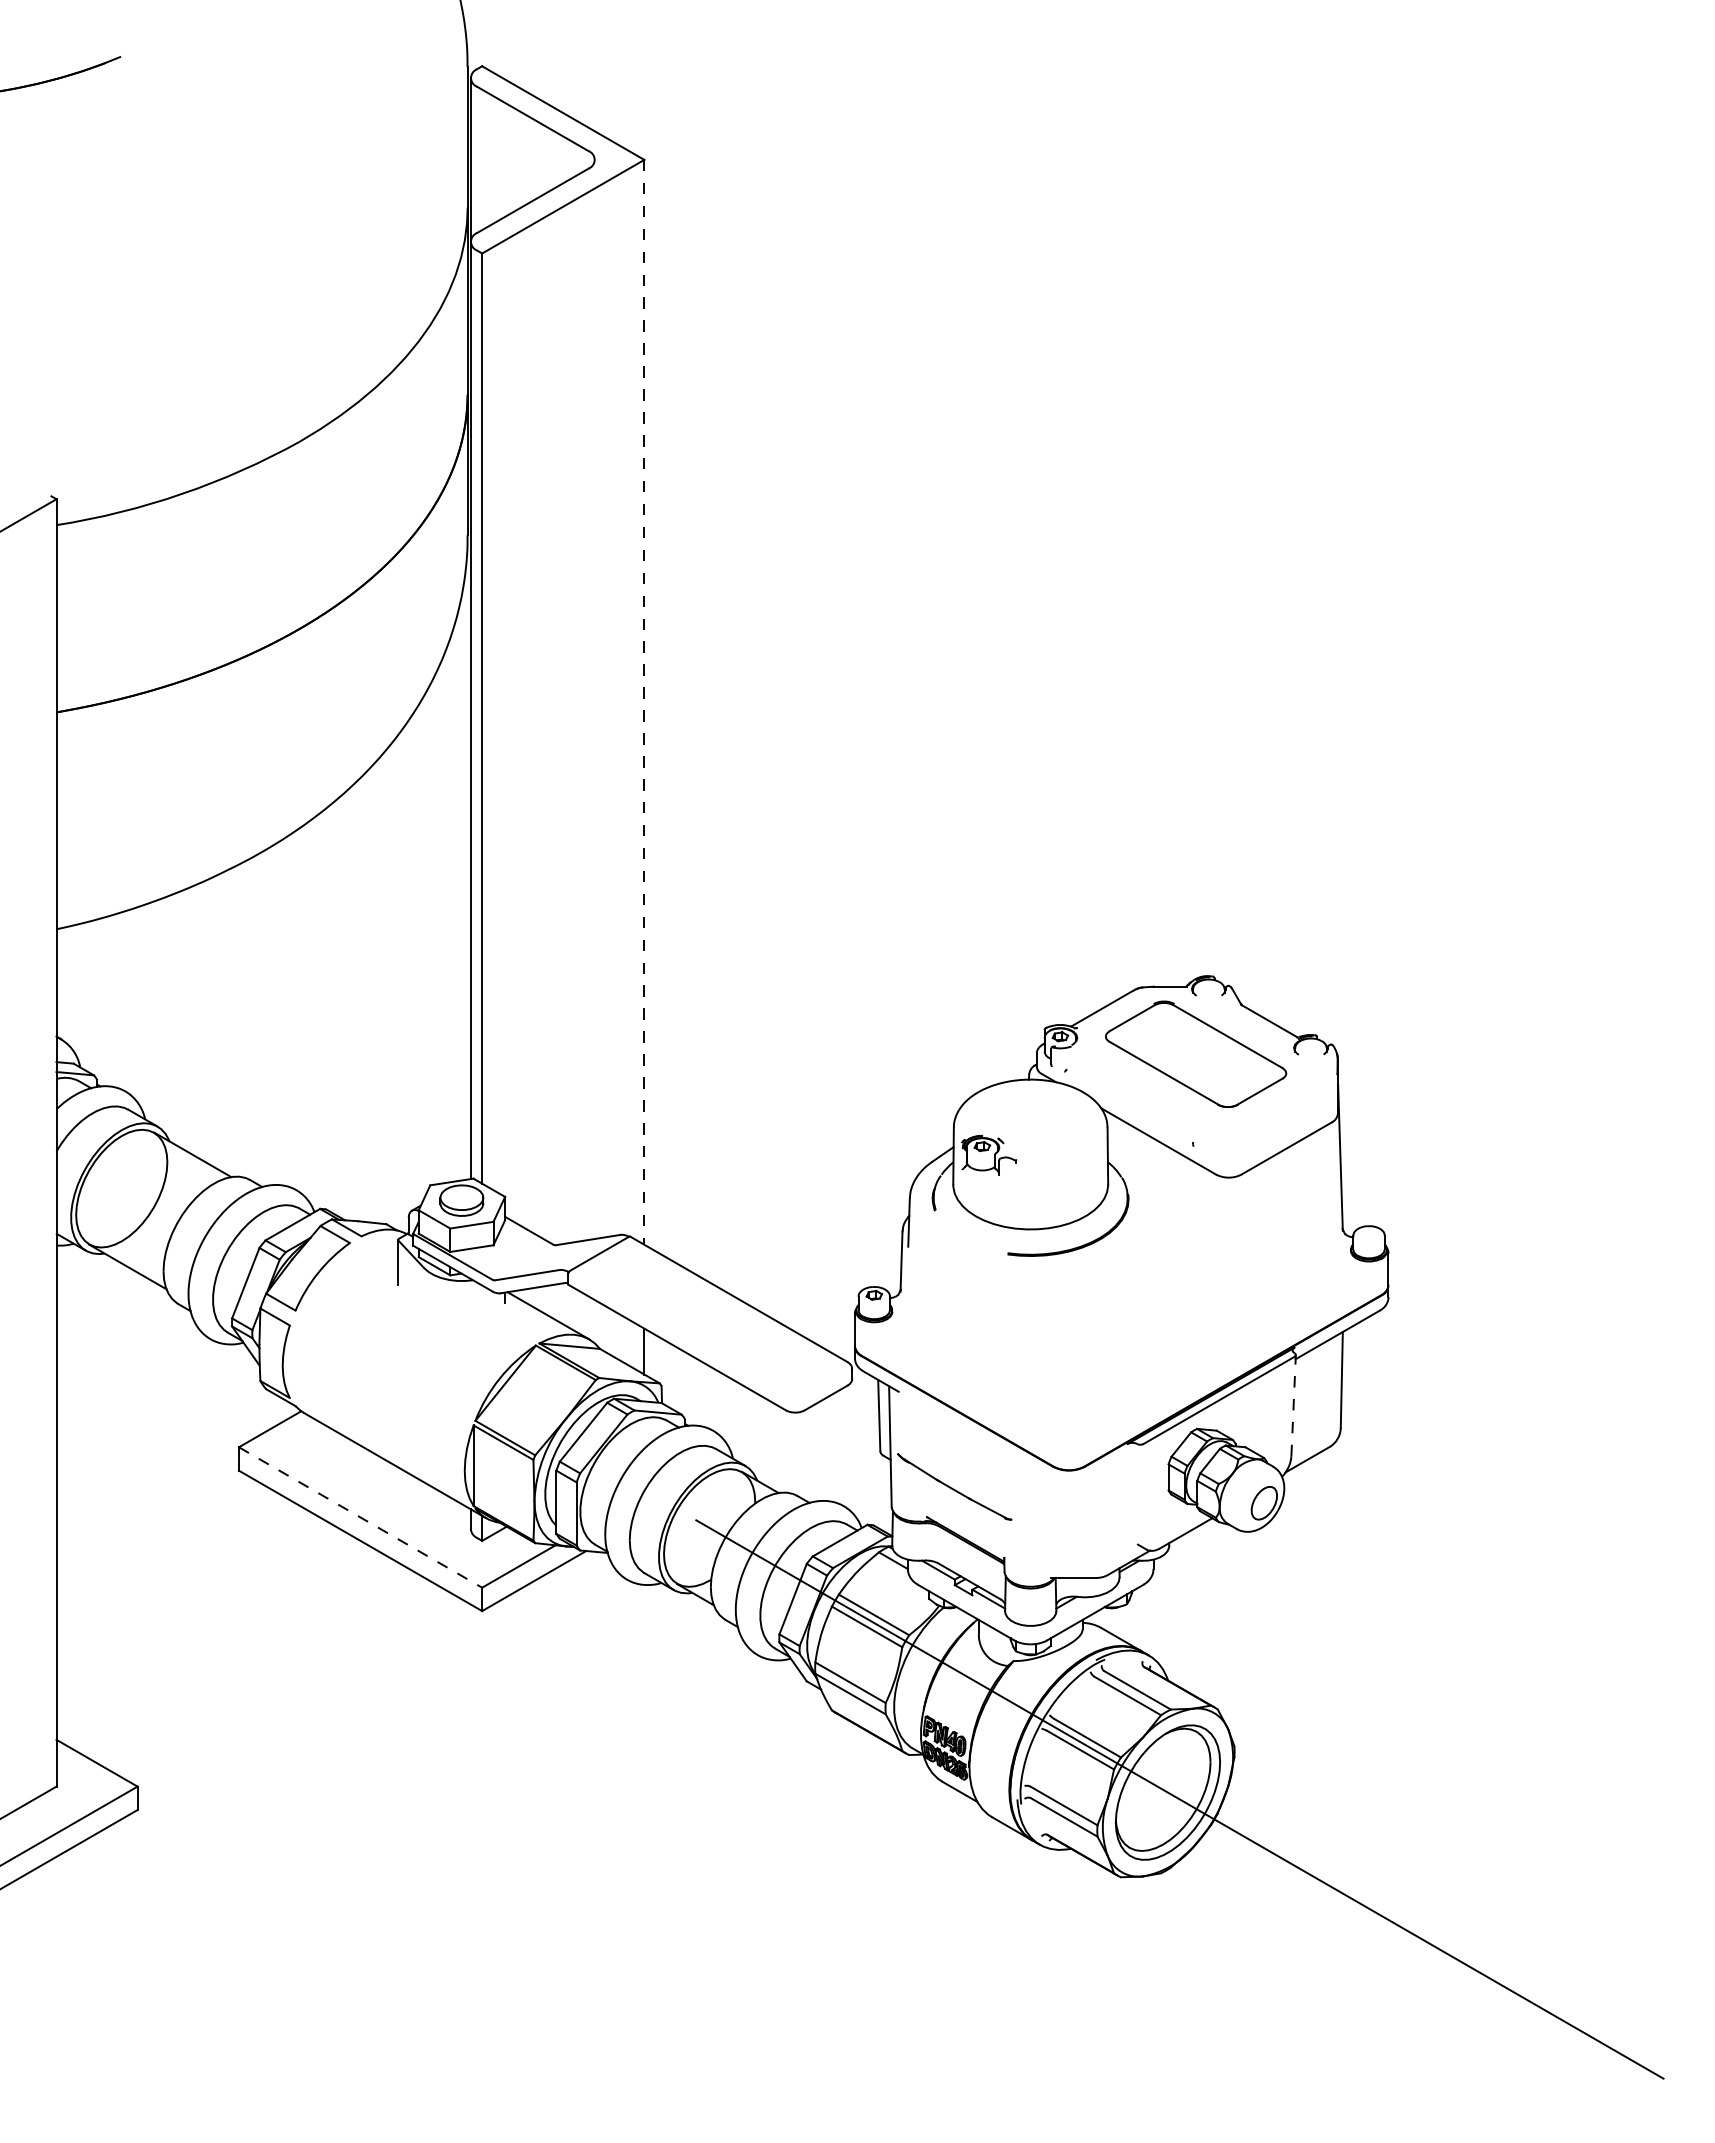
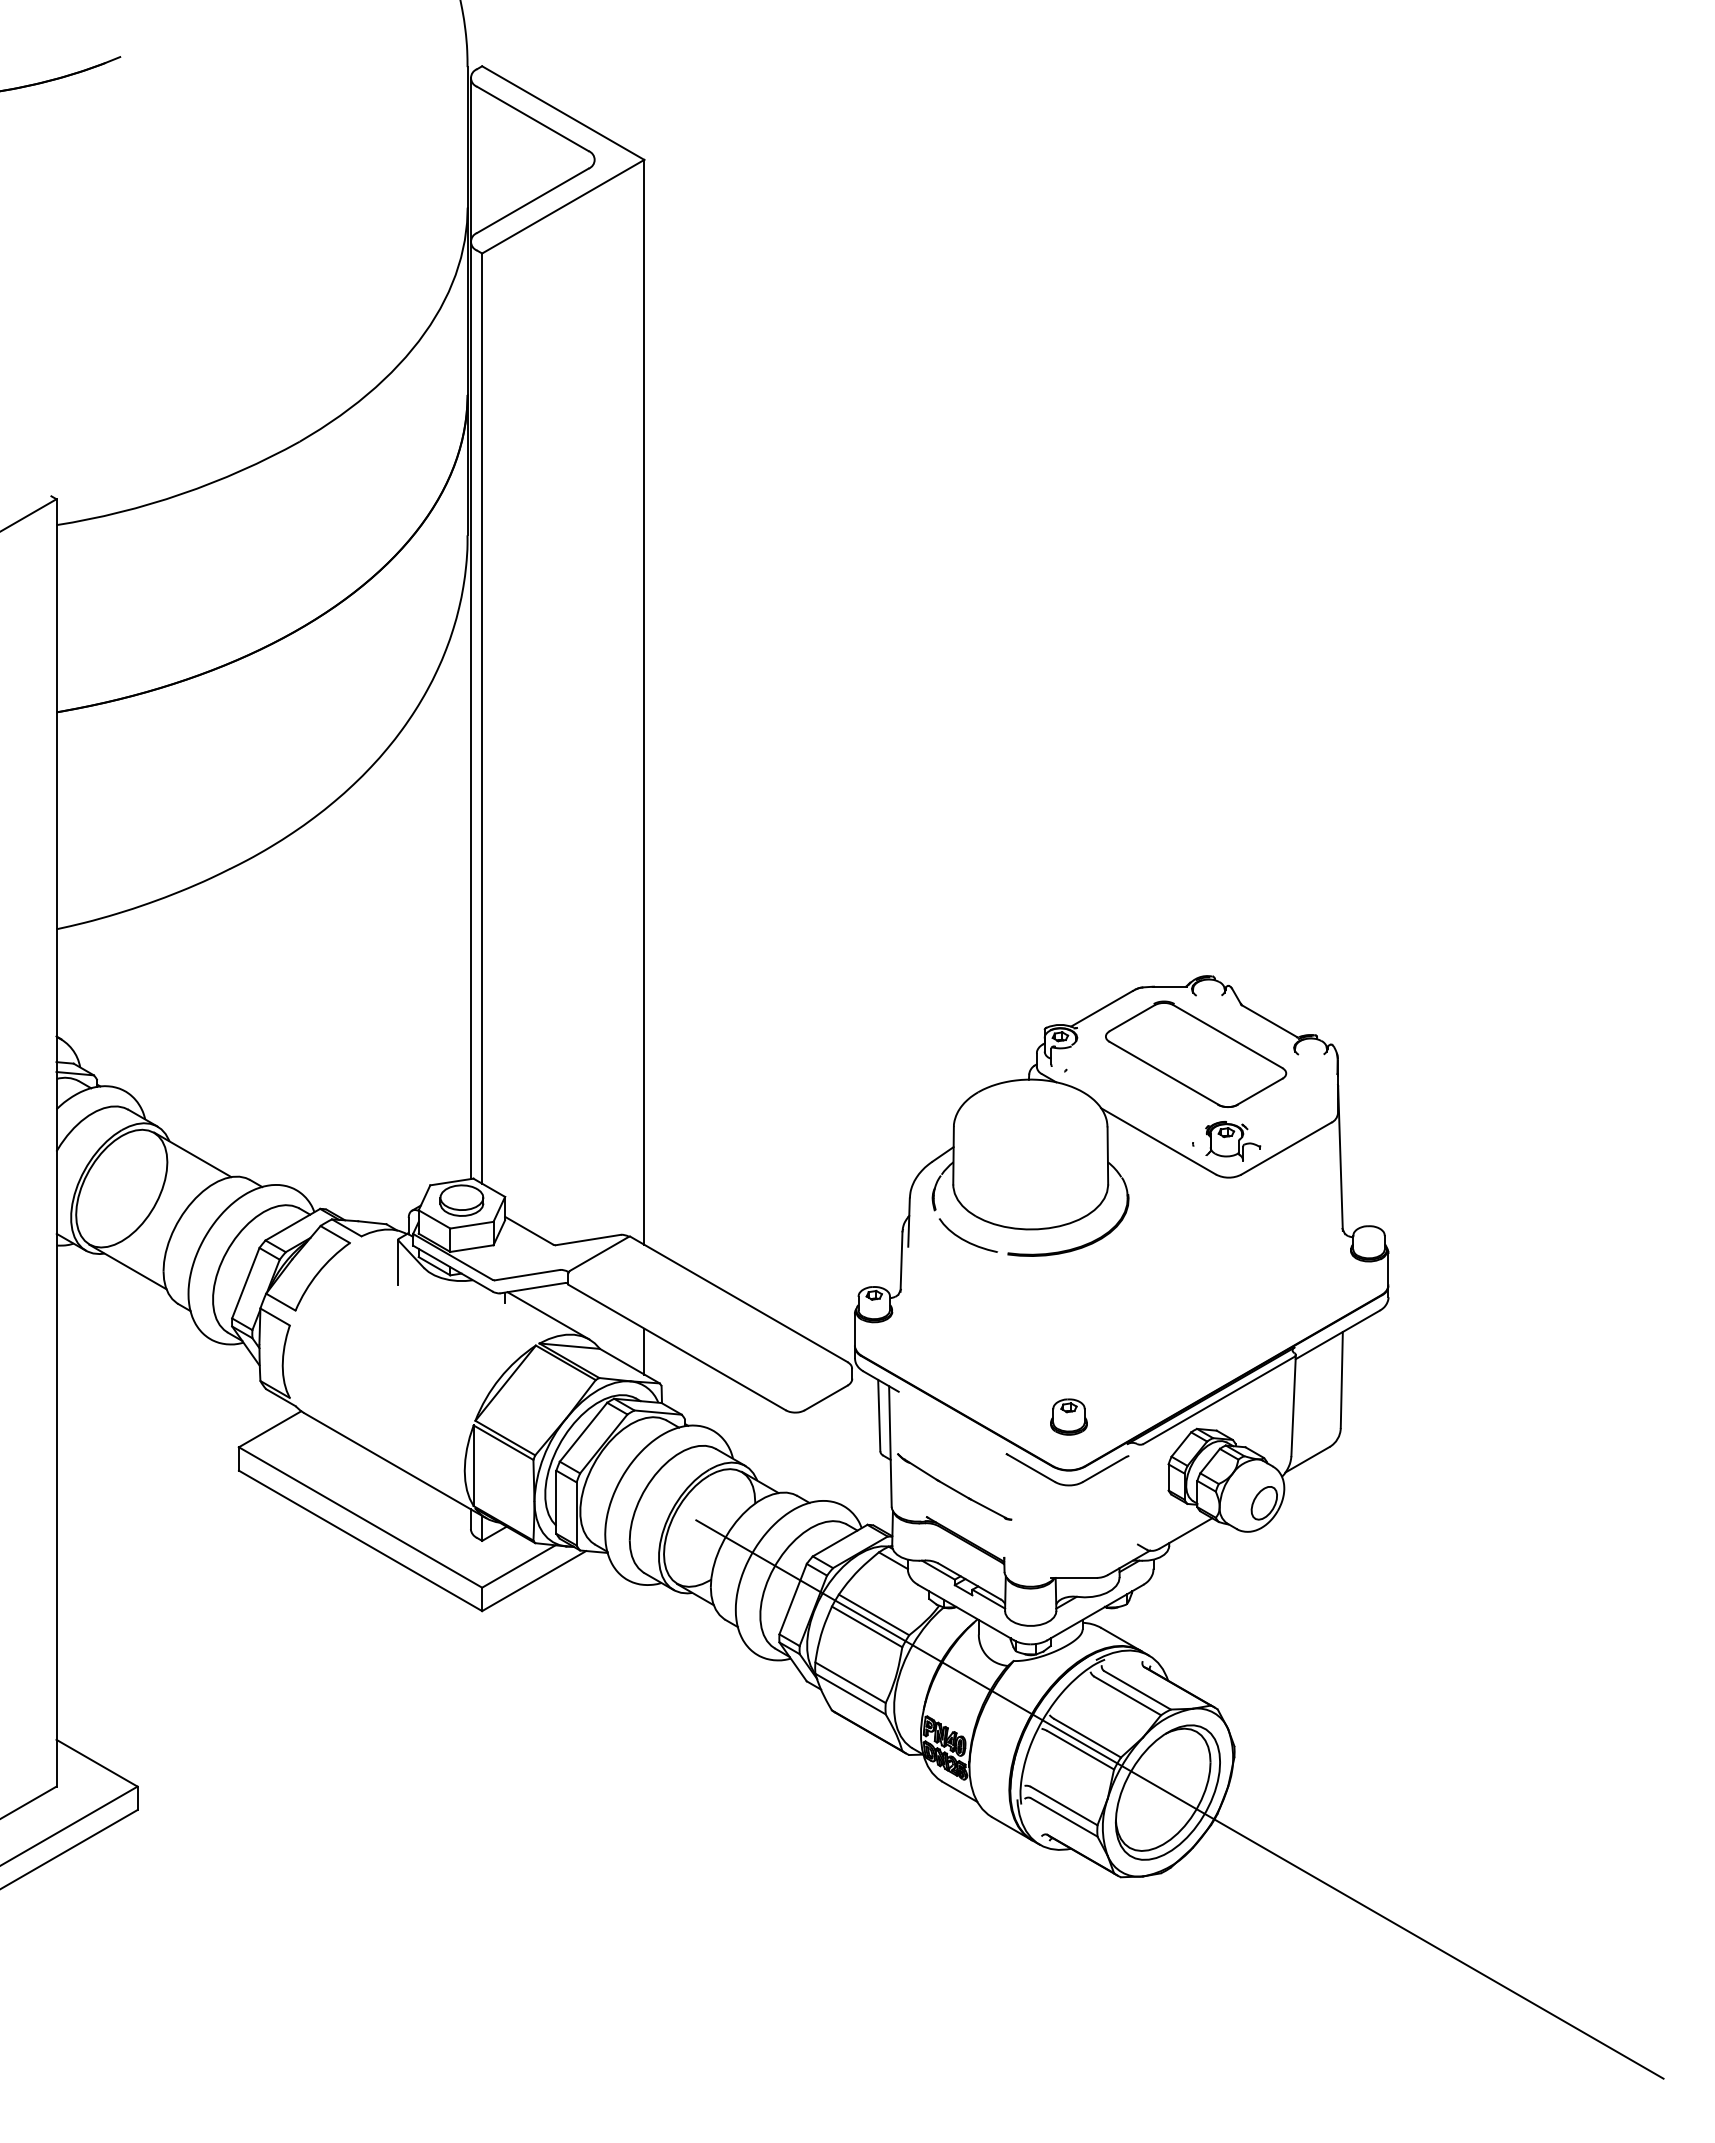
line at (644, 702): dashed -> solid
part at (989, 1155) position: (989, 1155) -> (1233, 1141)
part at (968, 1235): none -> present
line at (1293, 1405): dashed -> solid
part at (1068, 1416): none -> present
part at (1062, 1483): none -> present
line at (360, 1517): dashed -> solid
